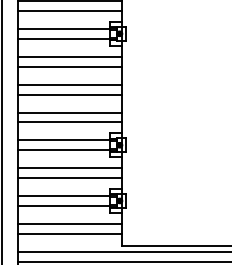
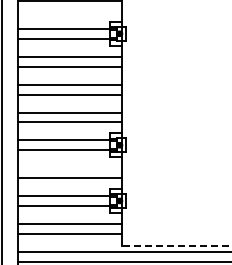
line at (70, 10): present -> none
line at (70, 168): present -> none
line at (176, 245): solid -> dashed
